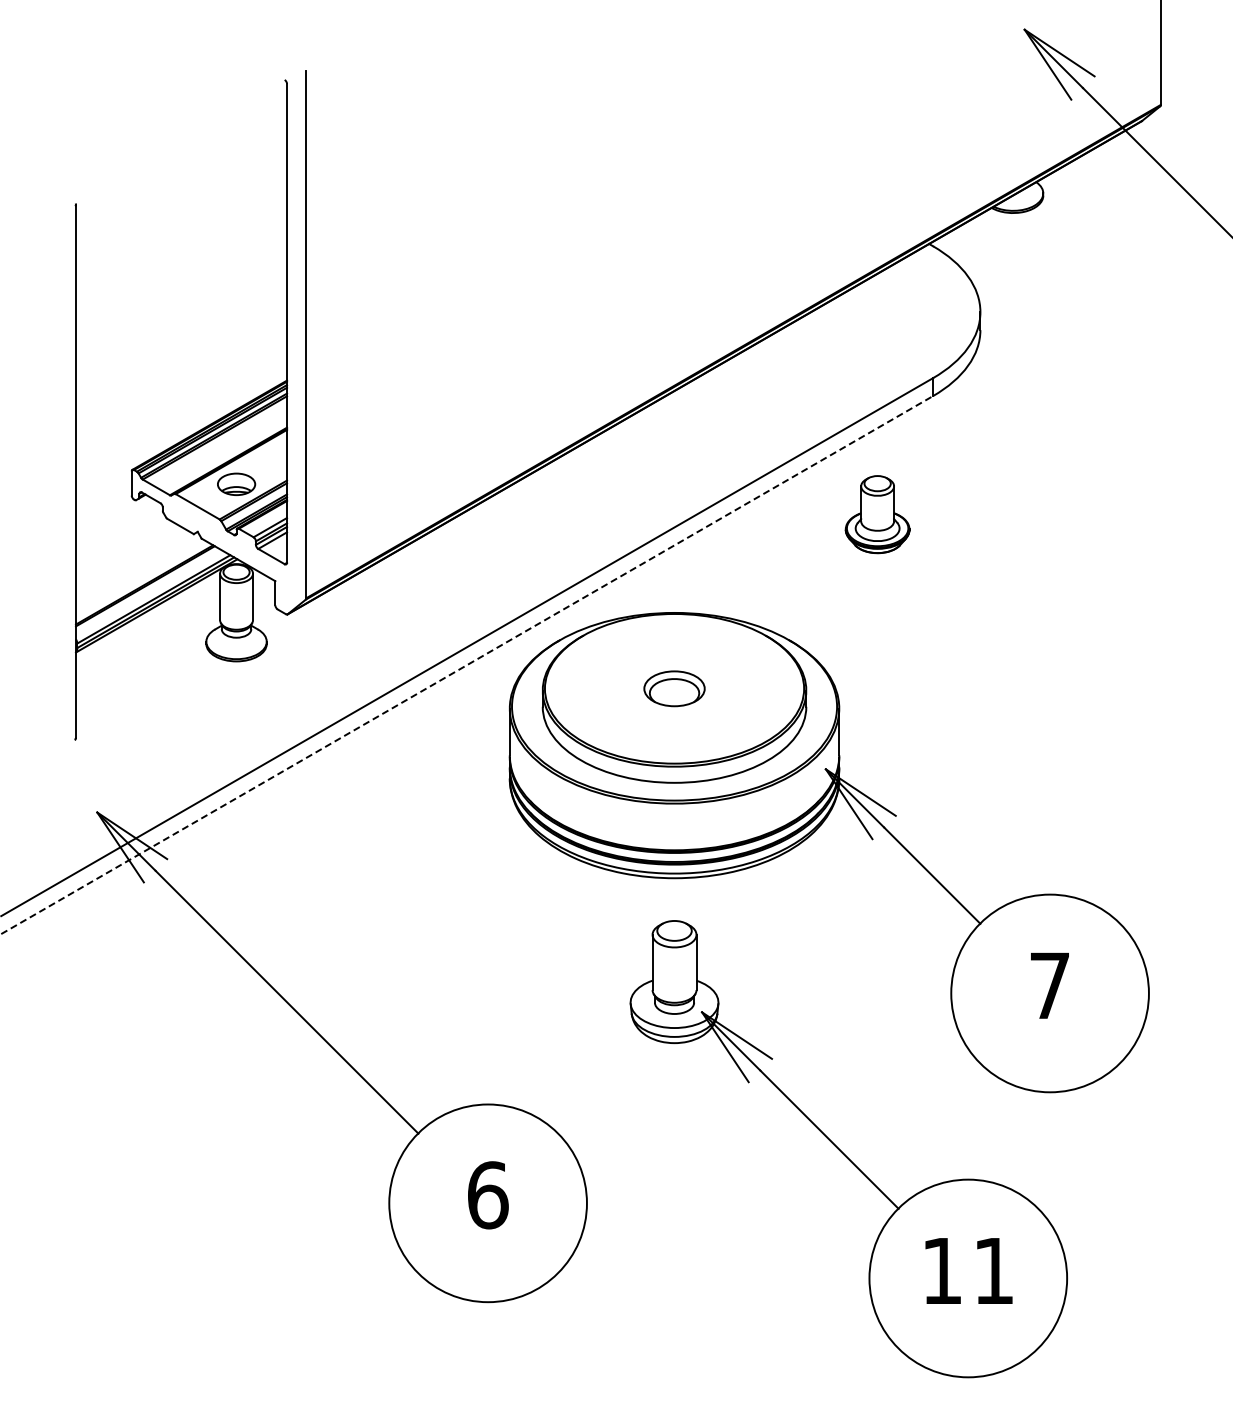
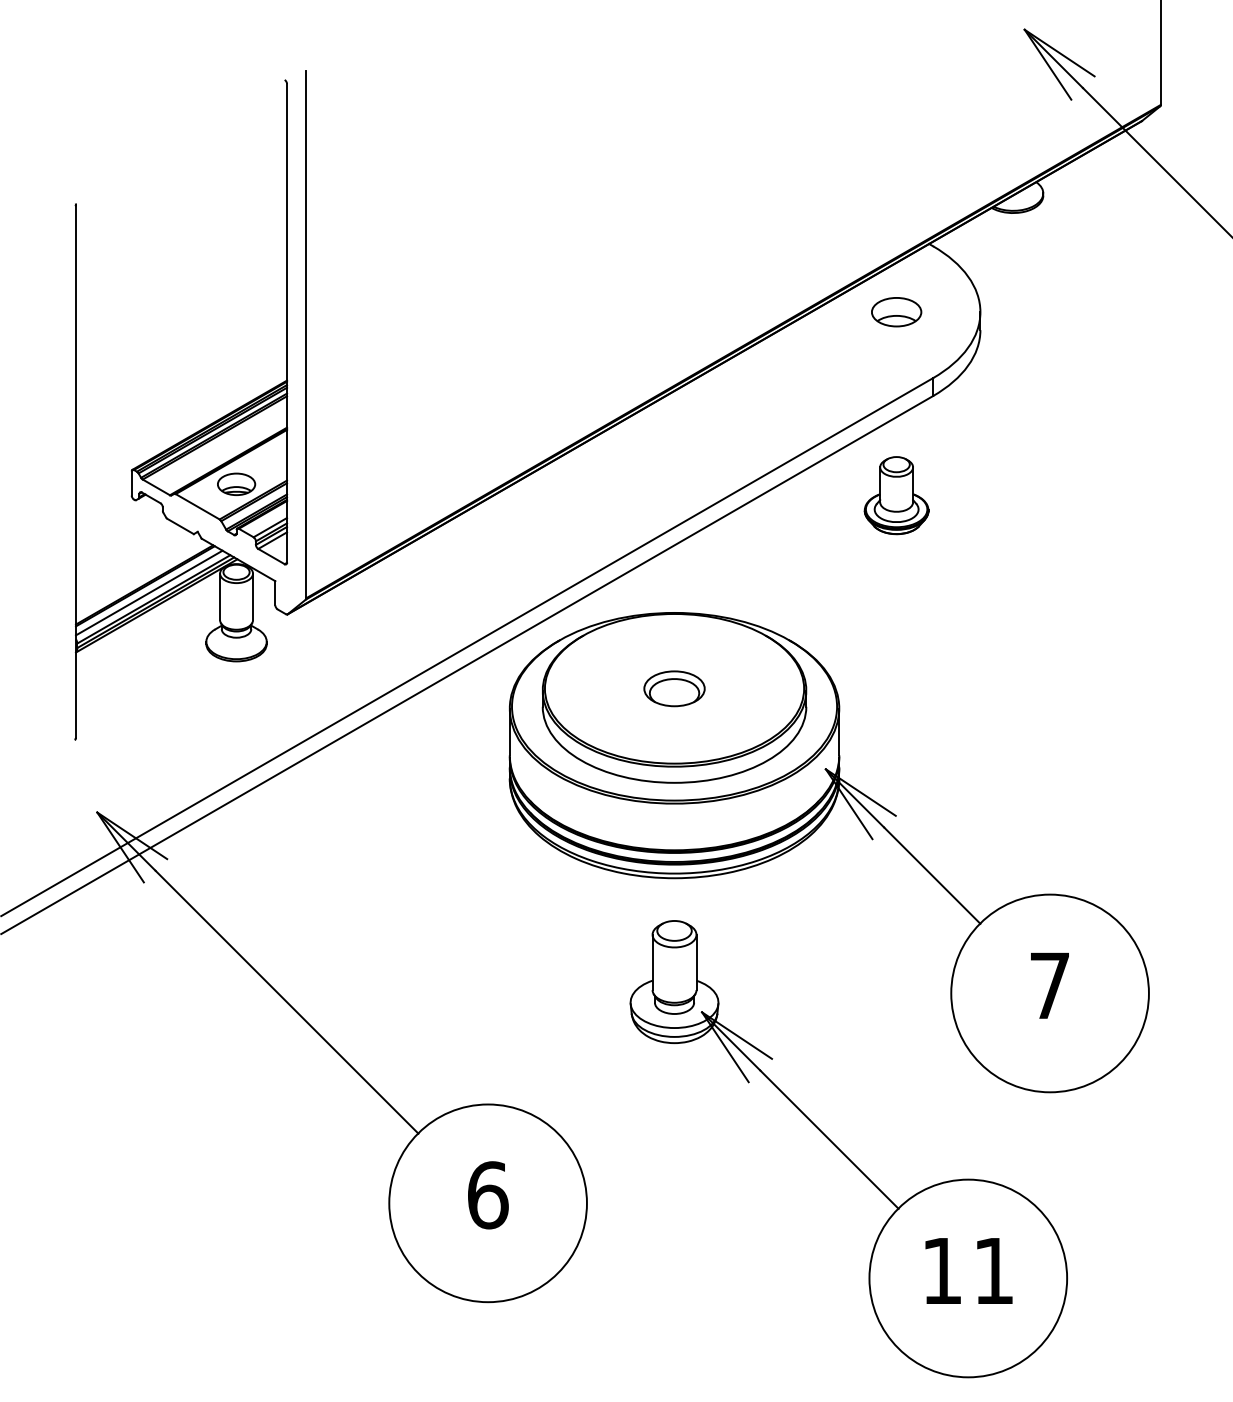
part at (896, 312): none -> present
part at (877, 514) position: (877, 514) -> (896, 495)
line at (149, 592): none -> present
line at (467, 664): dashed -> solid
